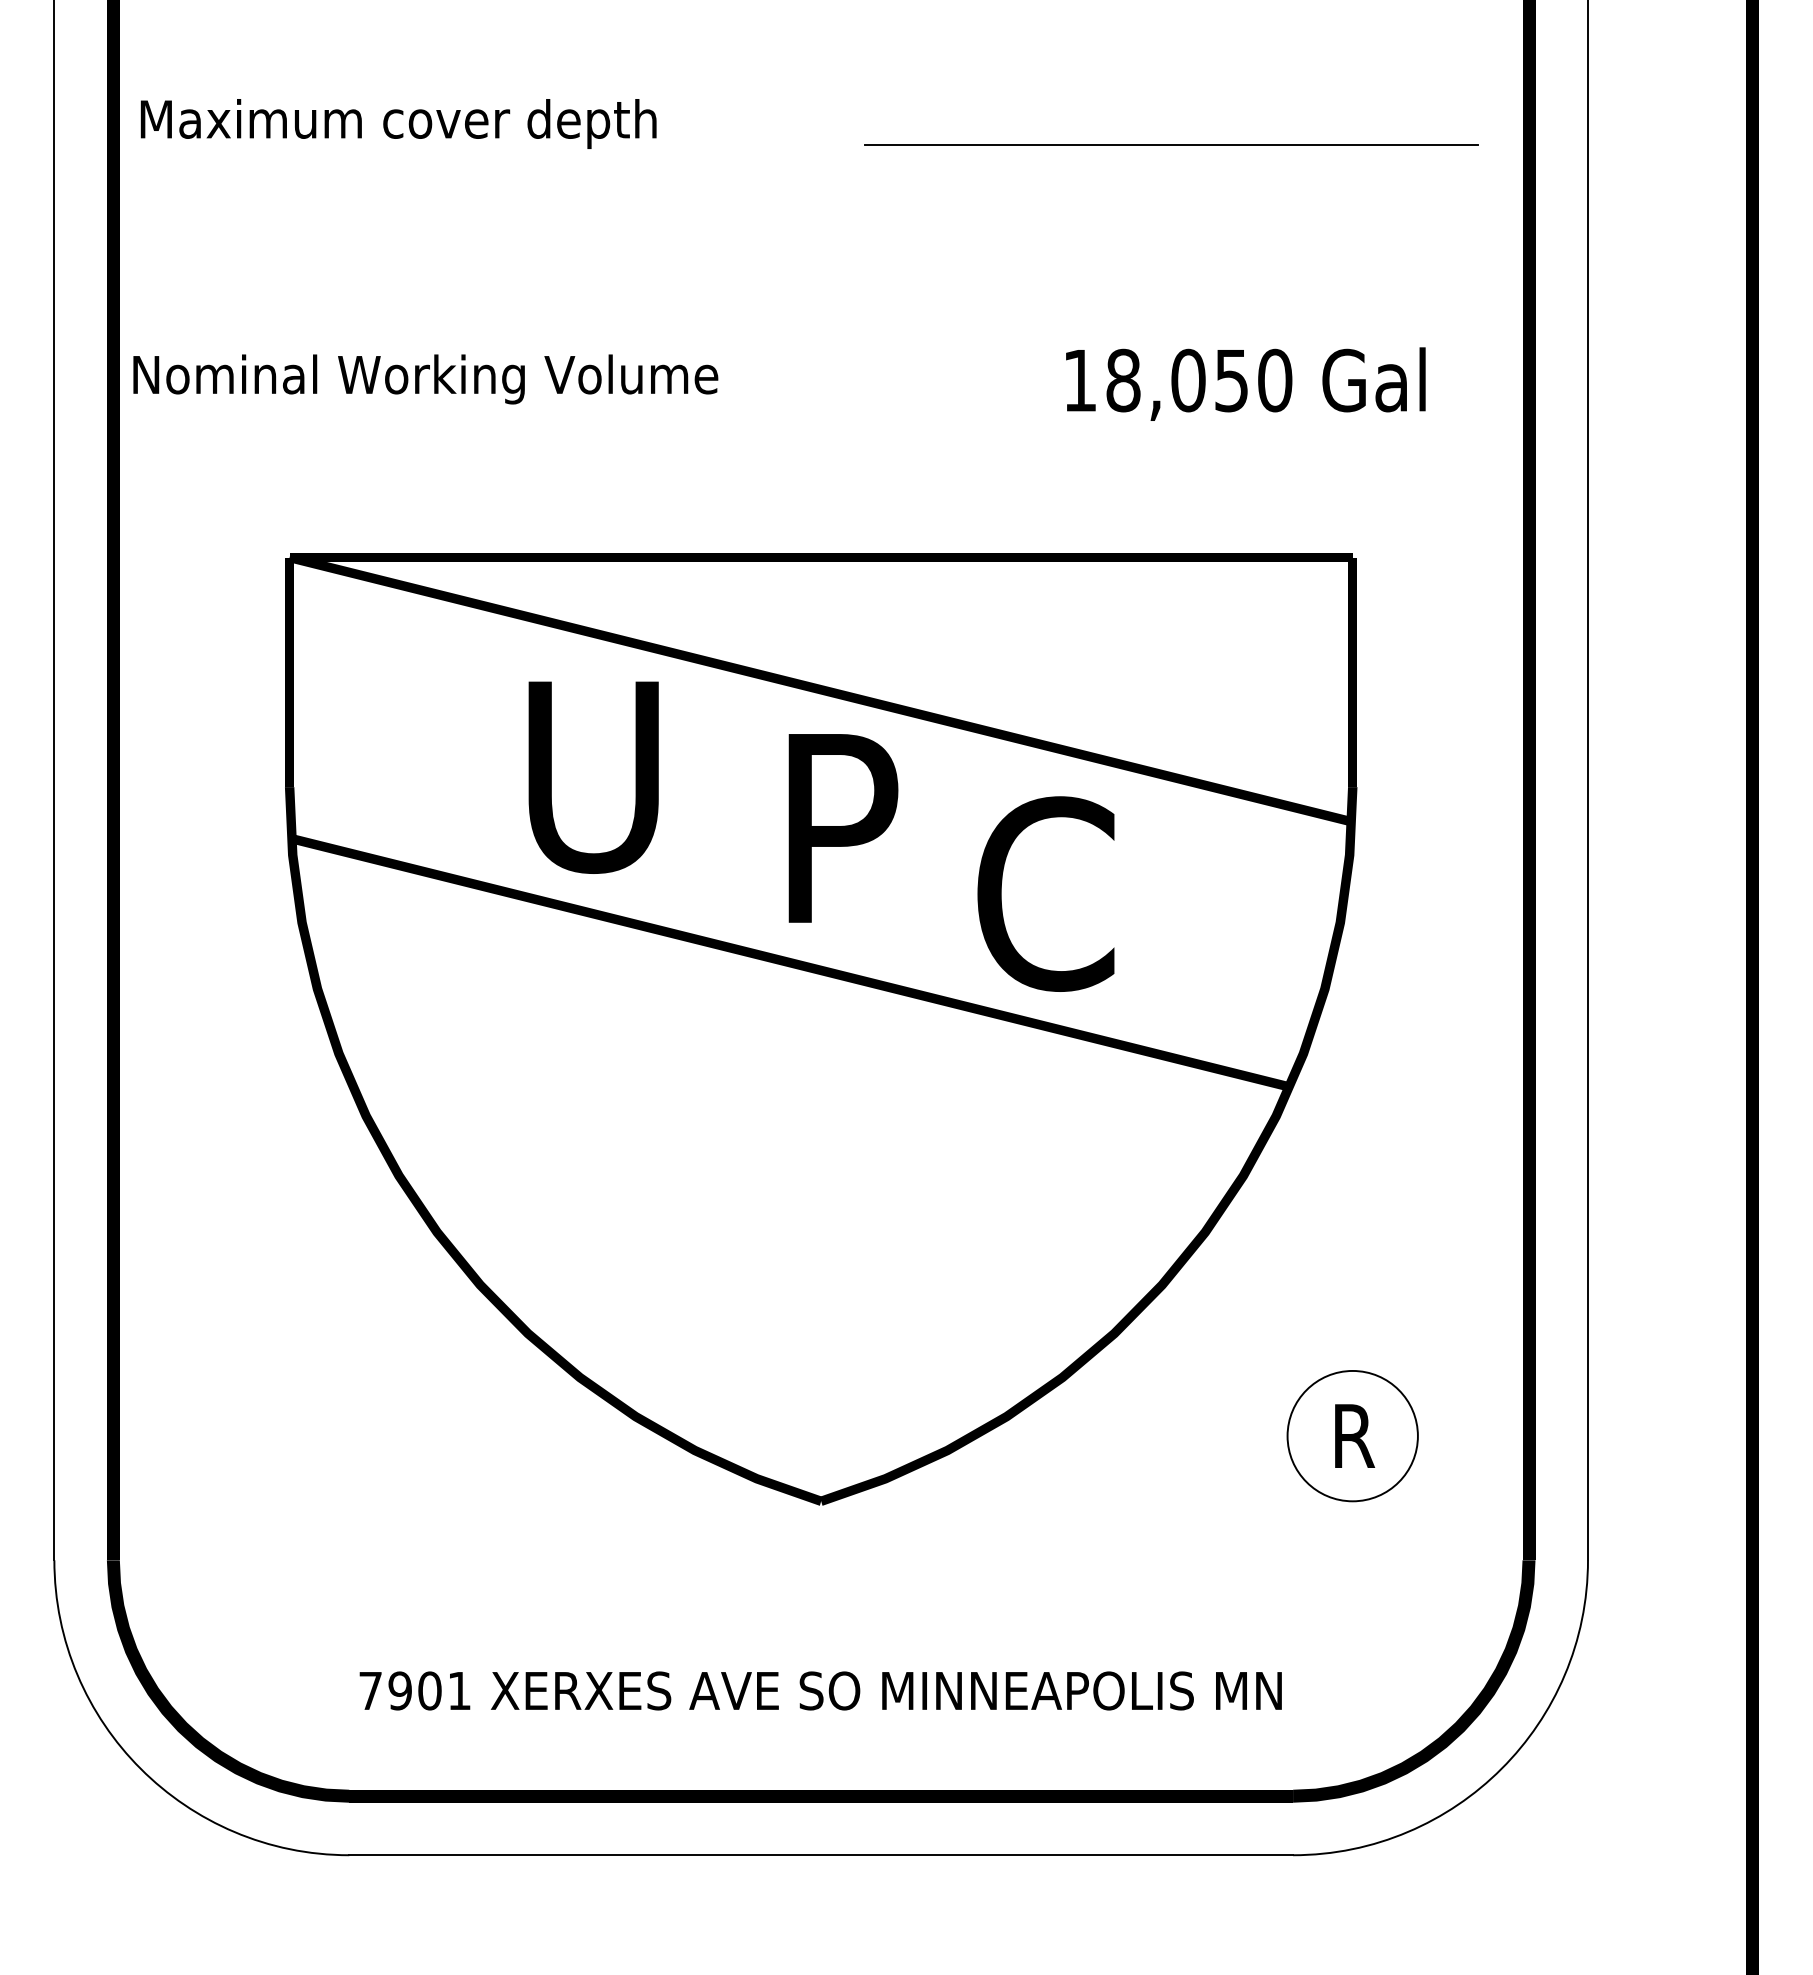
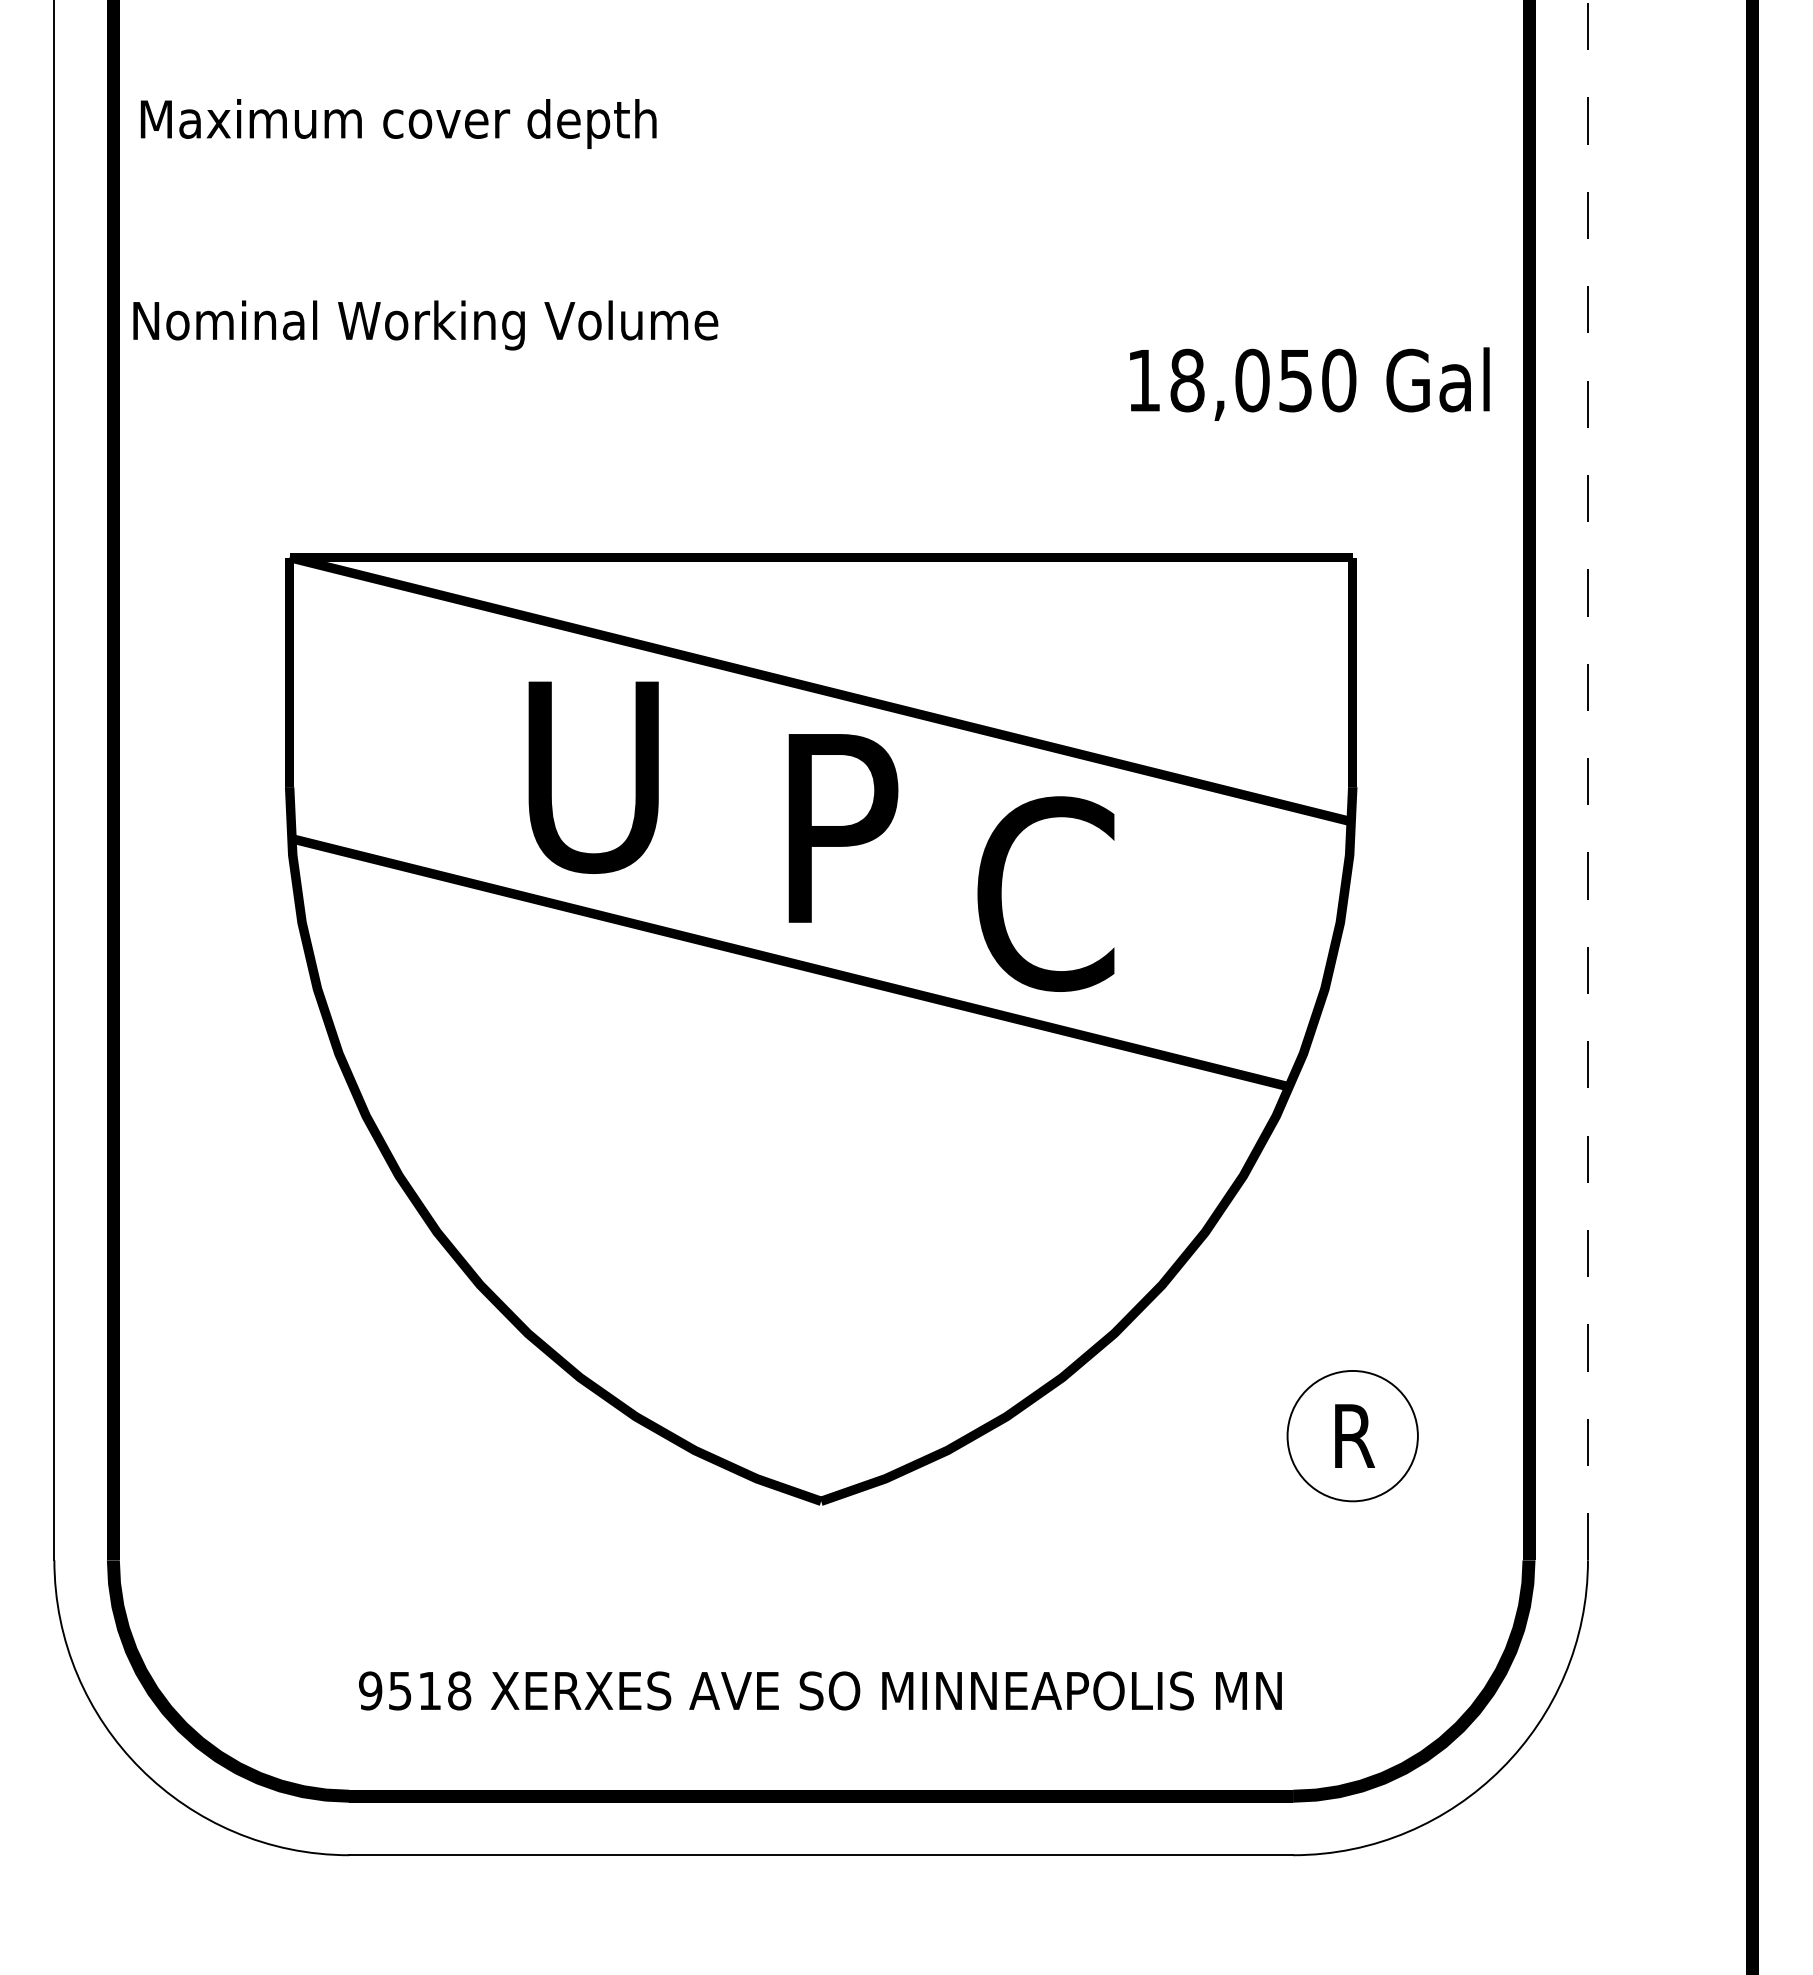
line at (1171, 144): present -> none
text at (425, 379) position: (425, 379) -> (425, 325)
text at (1245, 383) position: (1245, 383) -> (1309, 383)
line at (1587, 780): solid -> dashed
text at (415, 1690): 7901 -> 9518
